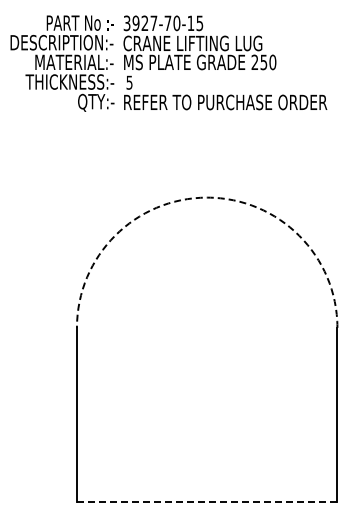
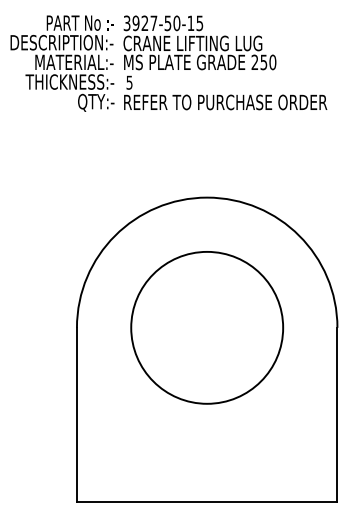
text at (167, 23): 3927-70-15 -> 3927-50-15
arc at (207, 197): dashed -> solid
circle at (207, 327): none -> present
line at (207, 501): dashed -> solid
